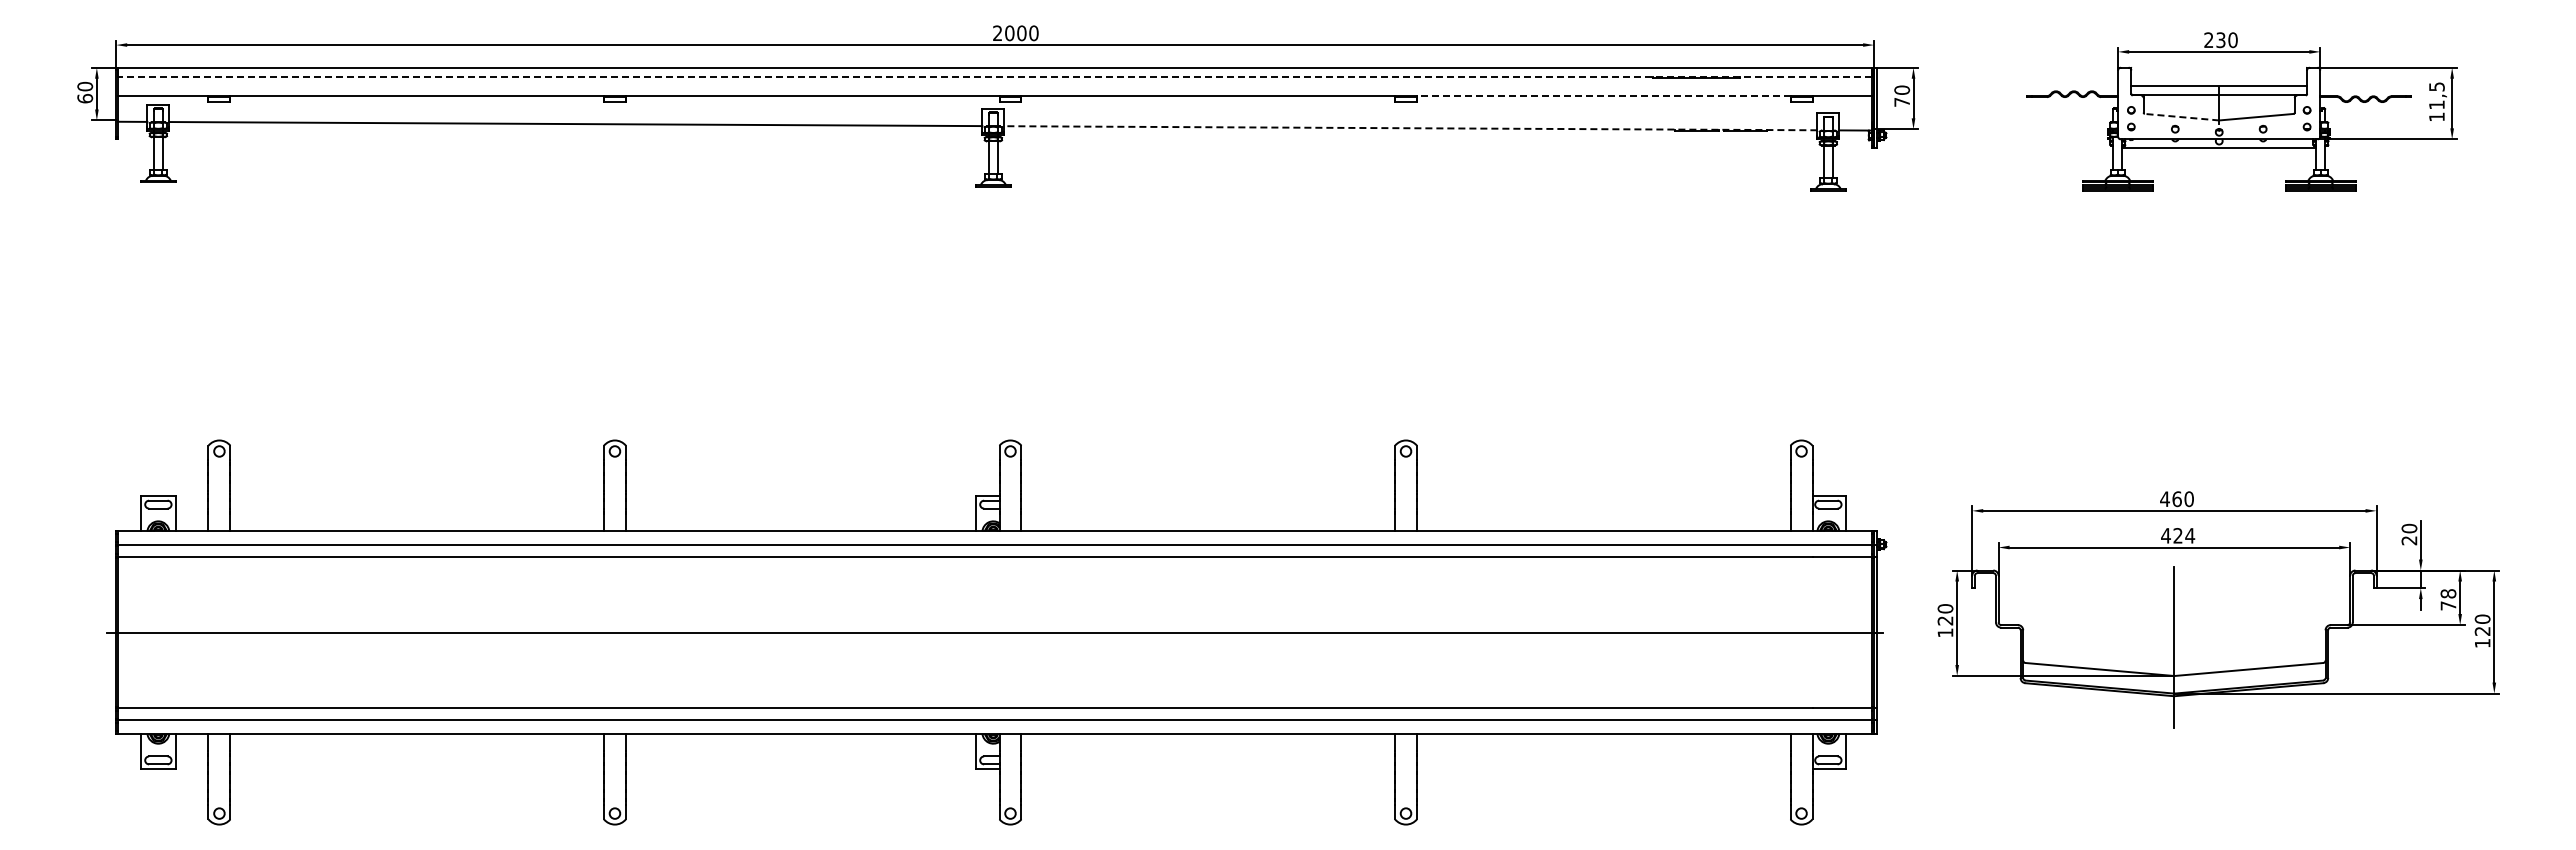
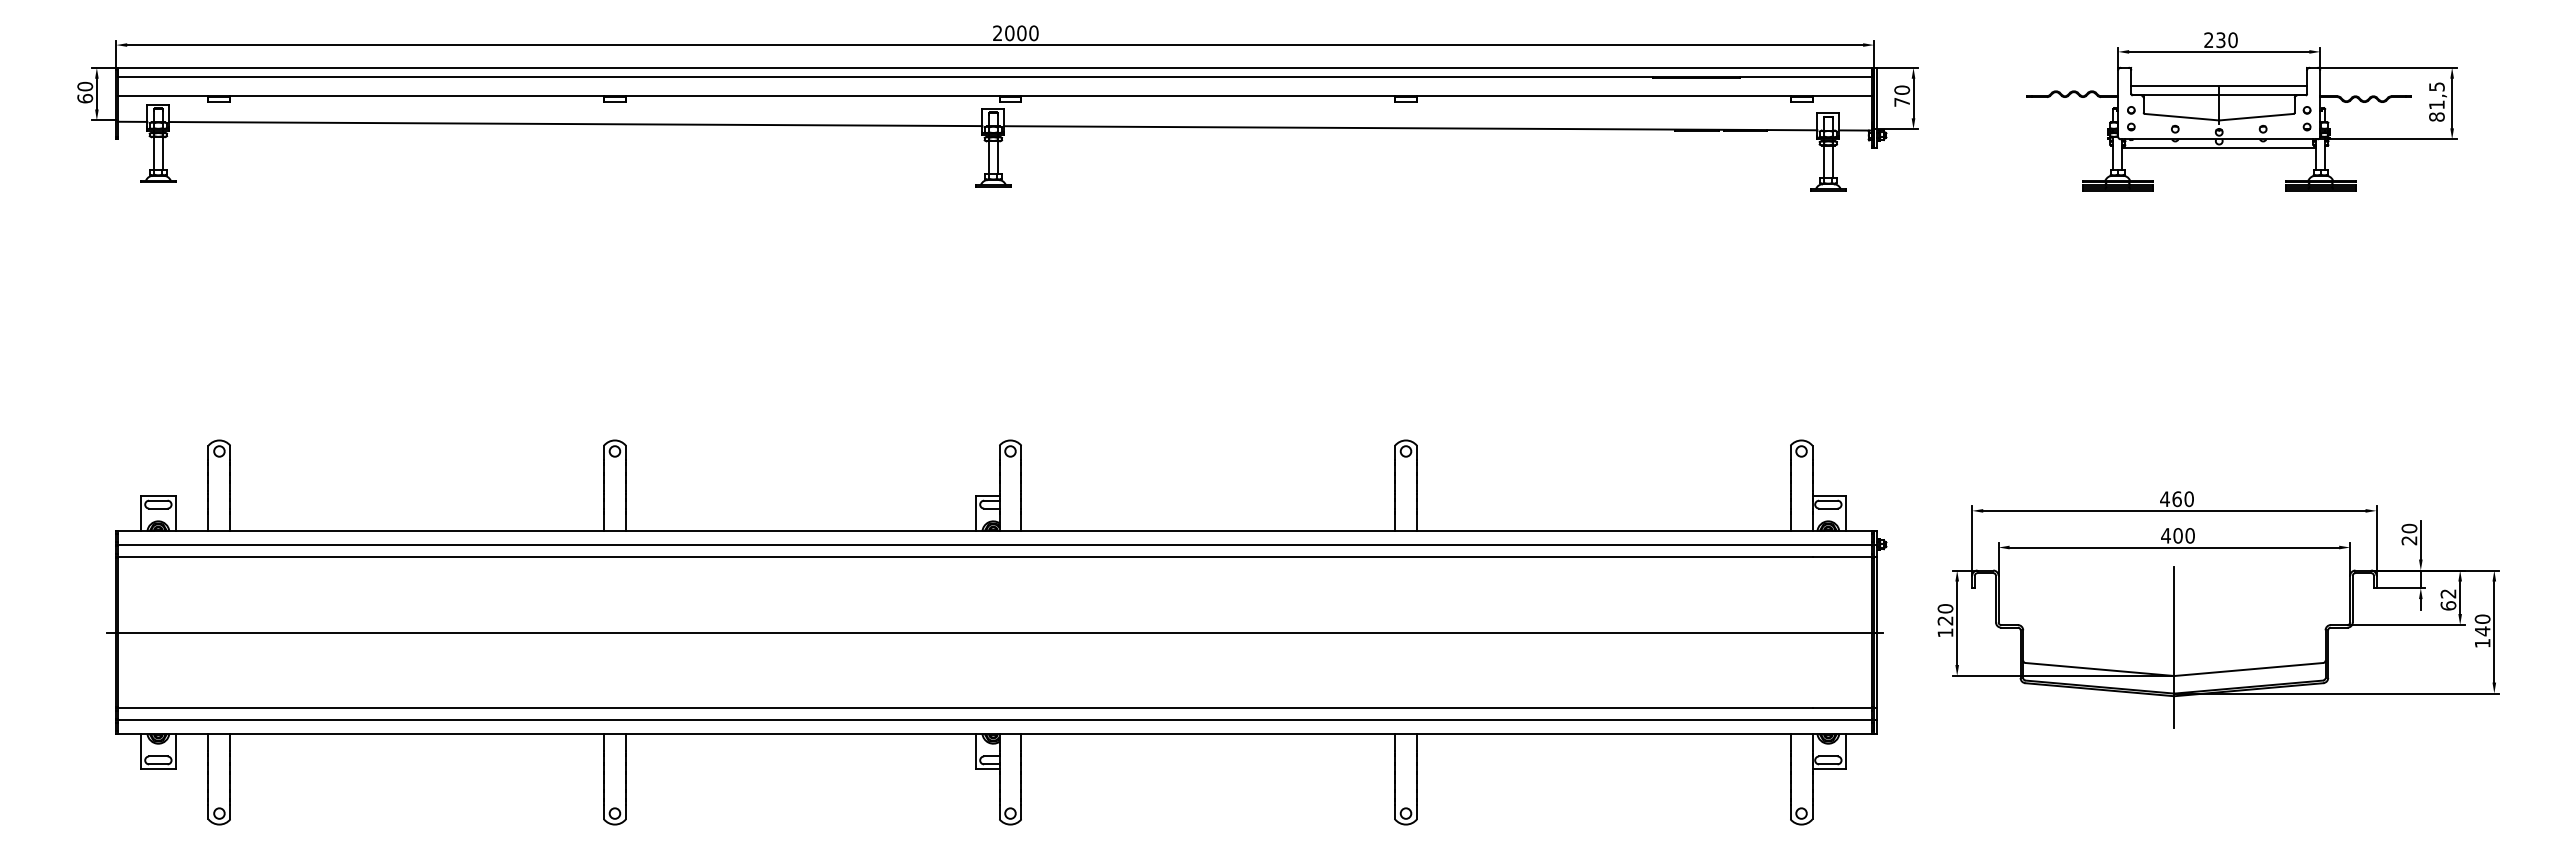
line at (994, 76): dashed -> solid
line at (1603, 96): dashed -> solid
text at (2436, 116): 11,5 -> 81,5
line at (2181, 117): dashed -> solid
line at (1410, 128): dashed -> solid
text at (2184, 535): 424 -> 400
text at (2448, 599): 78 -> 62
text at (2482, 631): 120 -> 140
